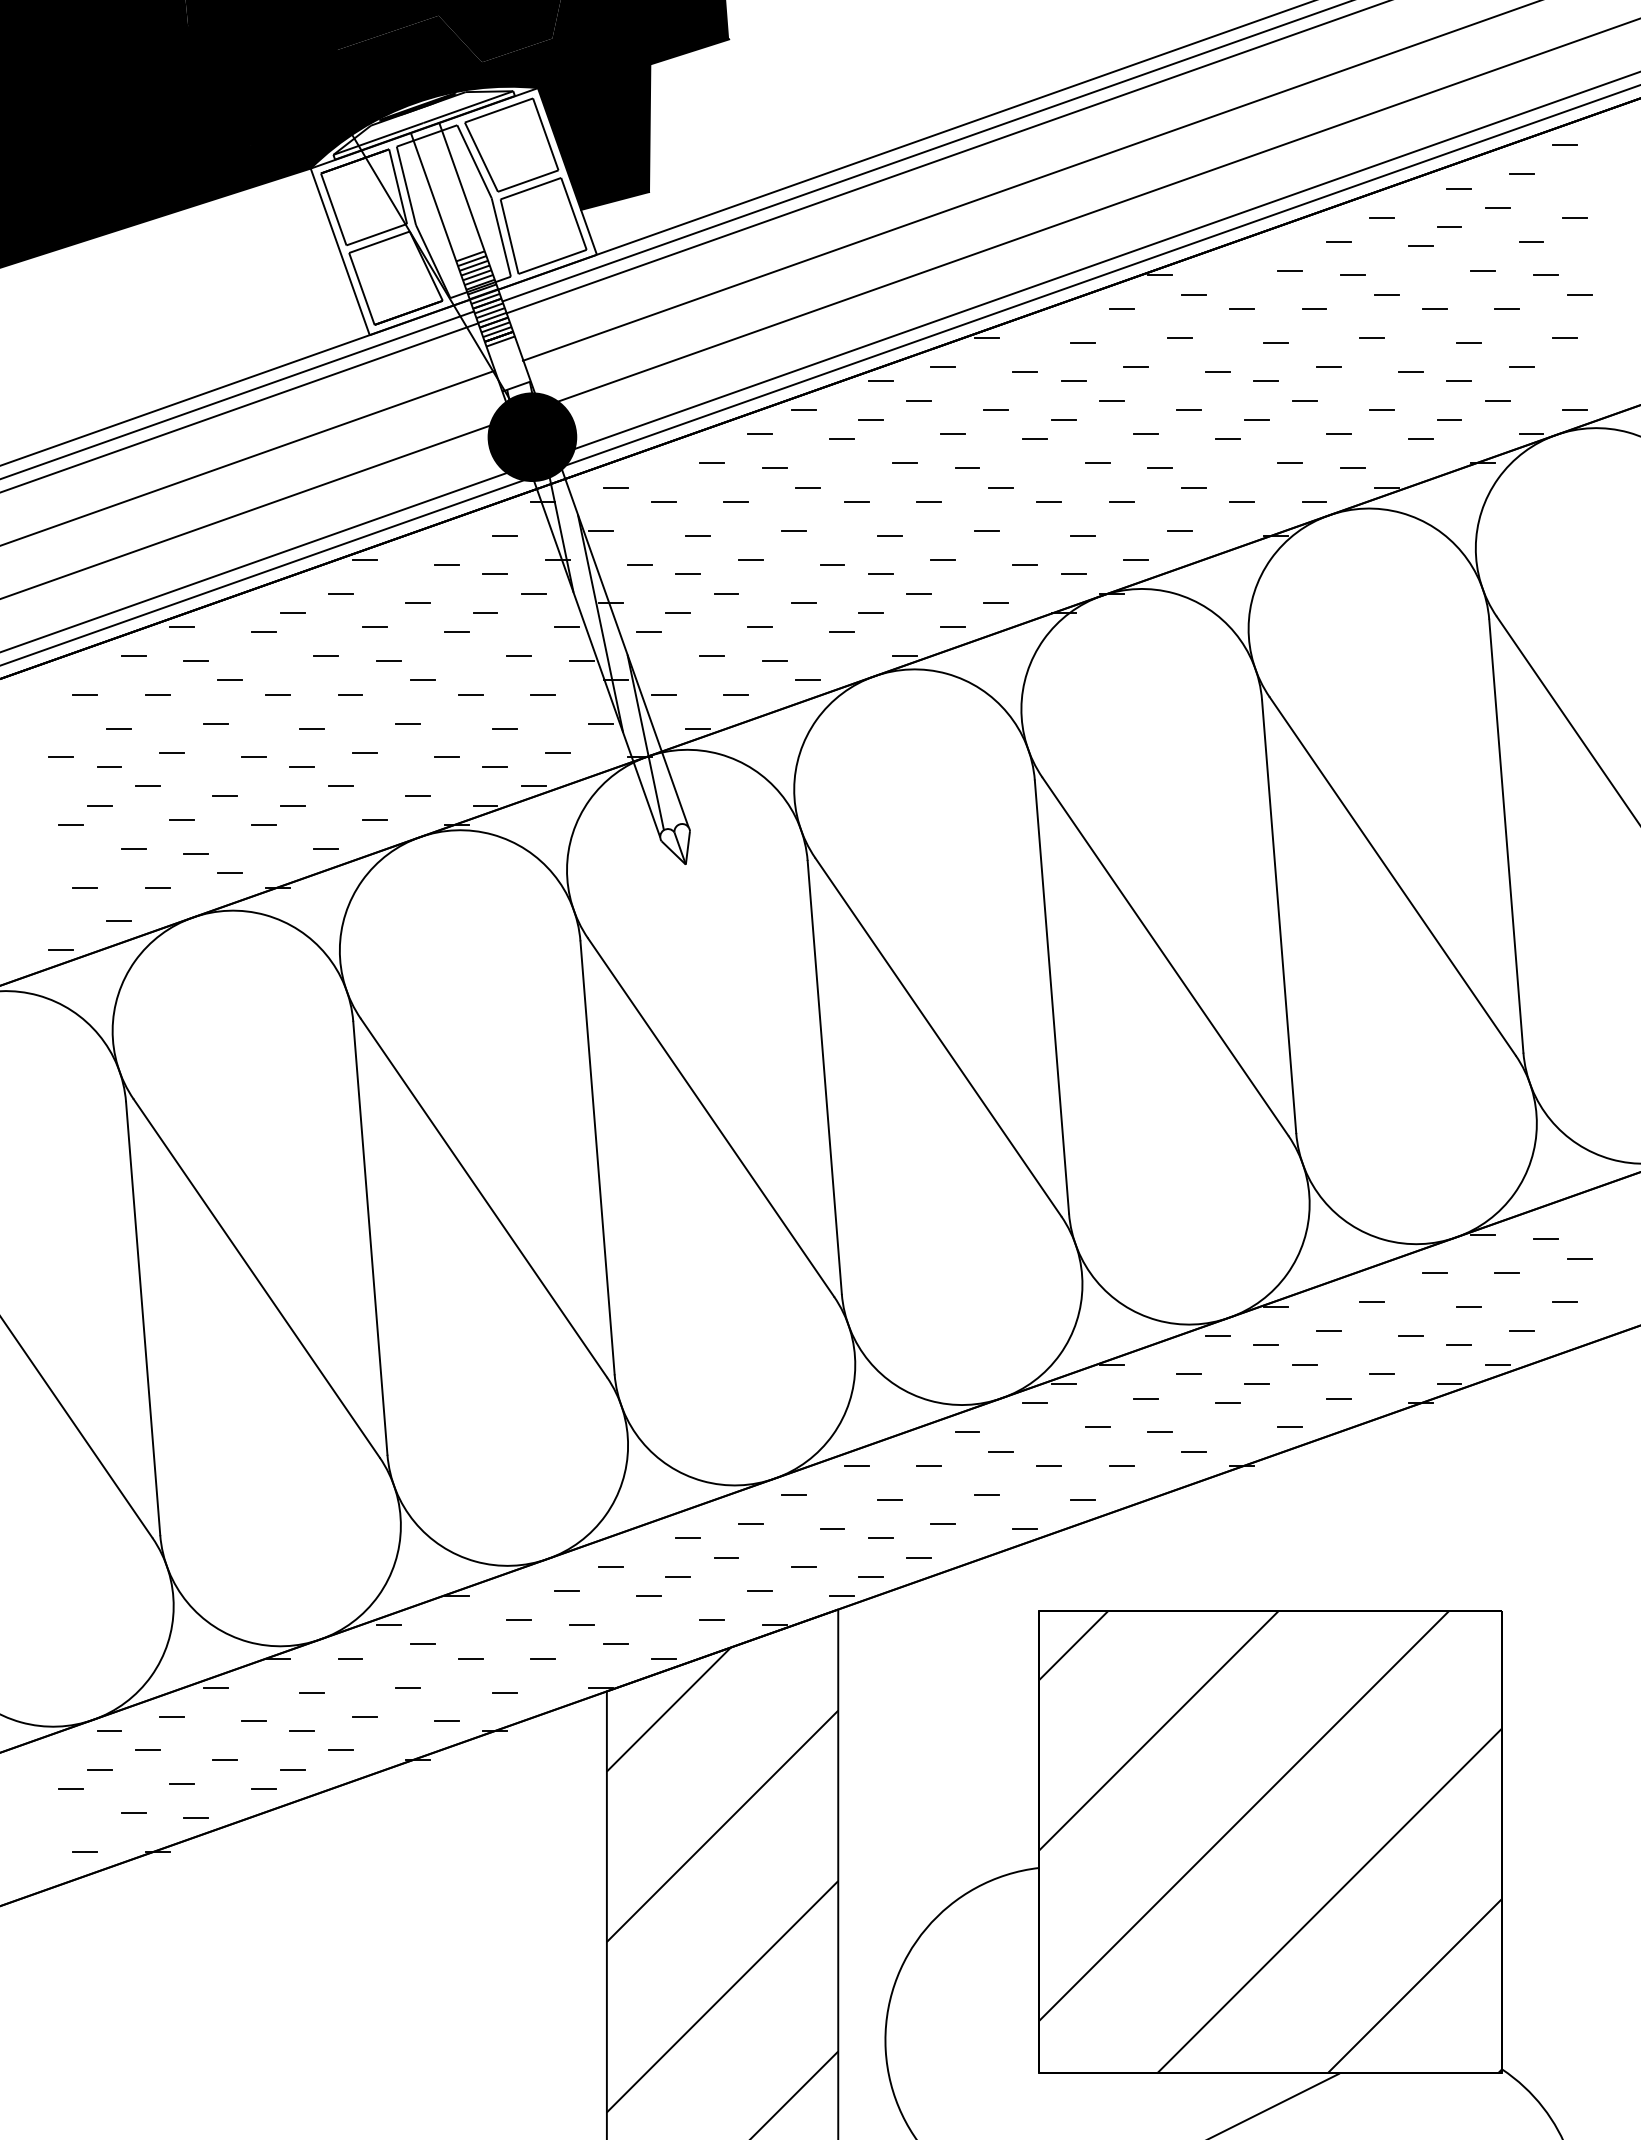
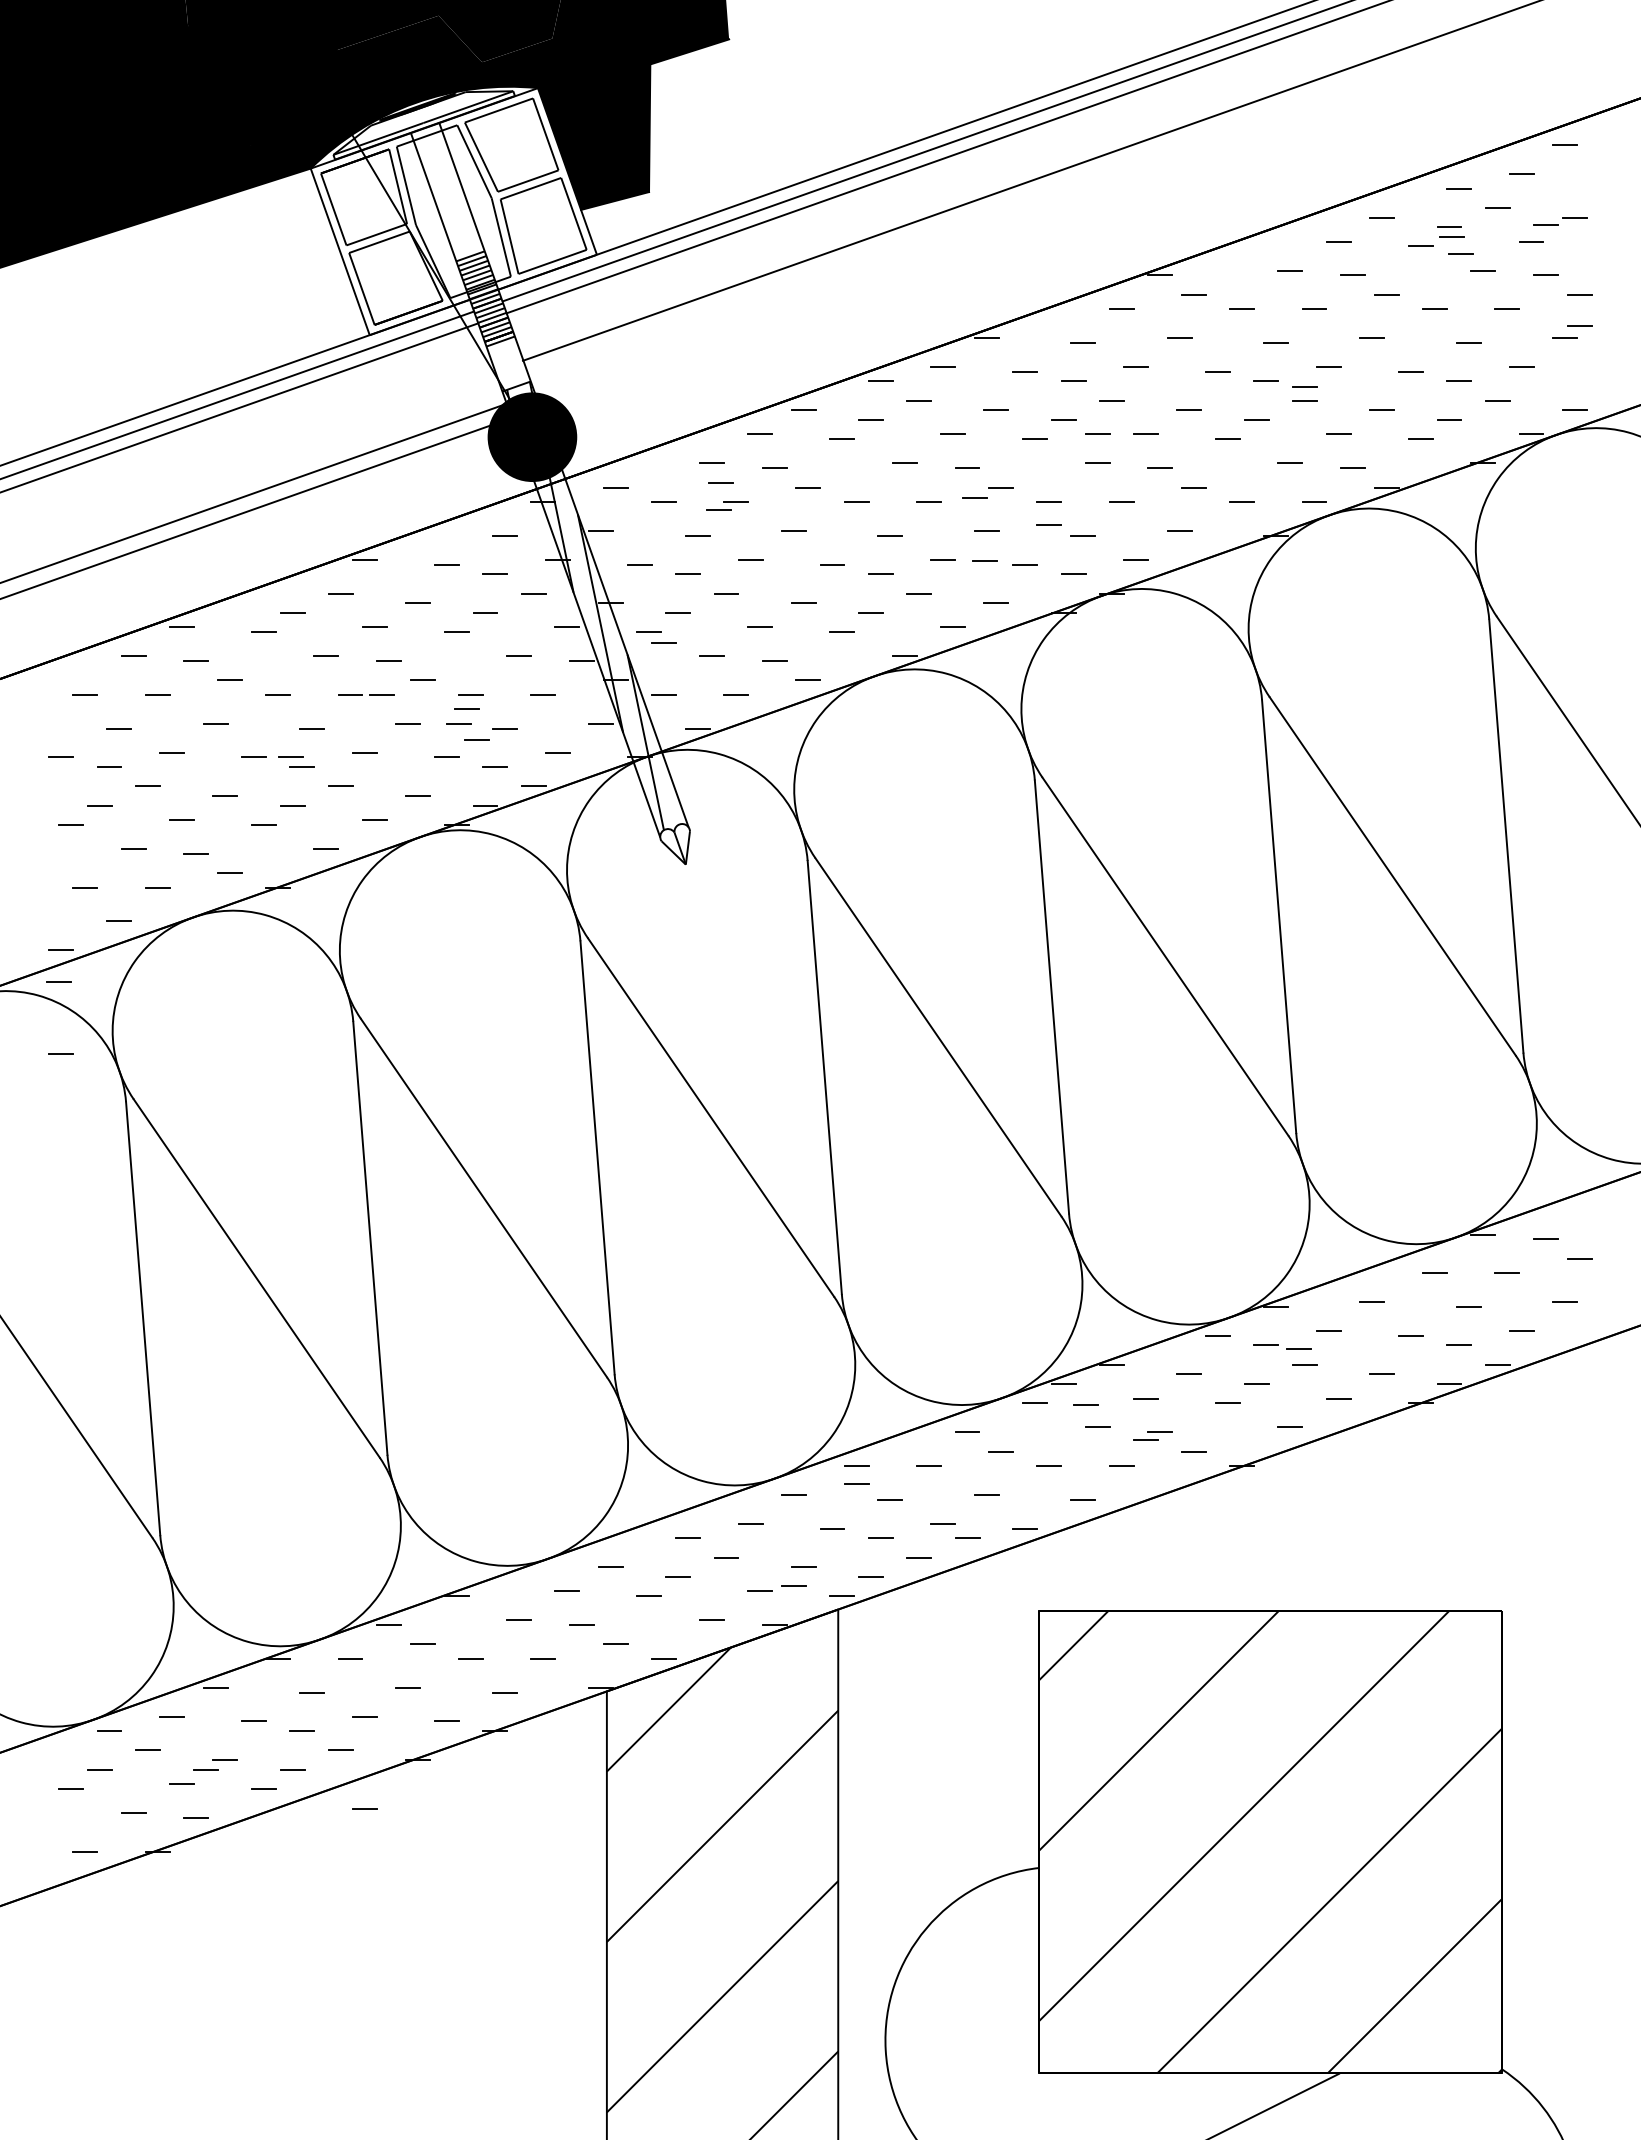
line at (1088, 213): present -> none
line at (1545, 224): none -> present
line at (1451, 236): none -> present
line at (1460, 253): none -> present
line at (1096, 263): present -> none
line at (1099, 276): present -> none
line at (1579, 325): none -> present
line at (1304, 386): none -> present
line at (1097, 433): none -> present
line at (248, 457) position: (248, 457) -> (254, 492)
line at (720, 482): none -> present
line at (974, 497): none -> present
line at (718, 509): none -> present
line at (1048, 524): none -> present
line at (265, 558): present -> none
line at (984, 560): none -> present
line at (267, 570): present -> none
line at (663, 642): none -> present
line at (381, 694): none -> present
line at (466, 708): none -> present
line at (458, 723): none -> present
line at (476, 739): none -> present
line at (290, 756): none -> present
line at (58, 981): none -> present
line at (60, 1053): none -> present
line at (1298, 1348): none -> present
line at (1085, 1404): none -> present
line at (1145, 1439): none -> present
line at (856, 1483): none -> present
line at (967, 1537): none -> present
line at (793, 1585): none -> present
line at (205, 1769): none -> present
line at (364, 1808): none -> present
